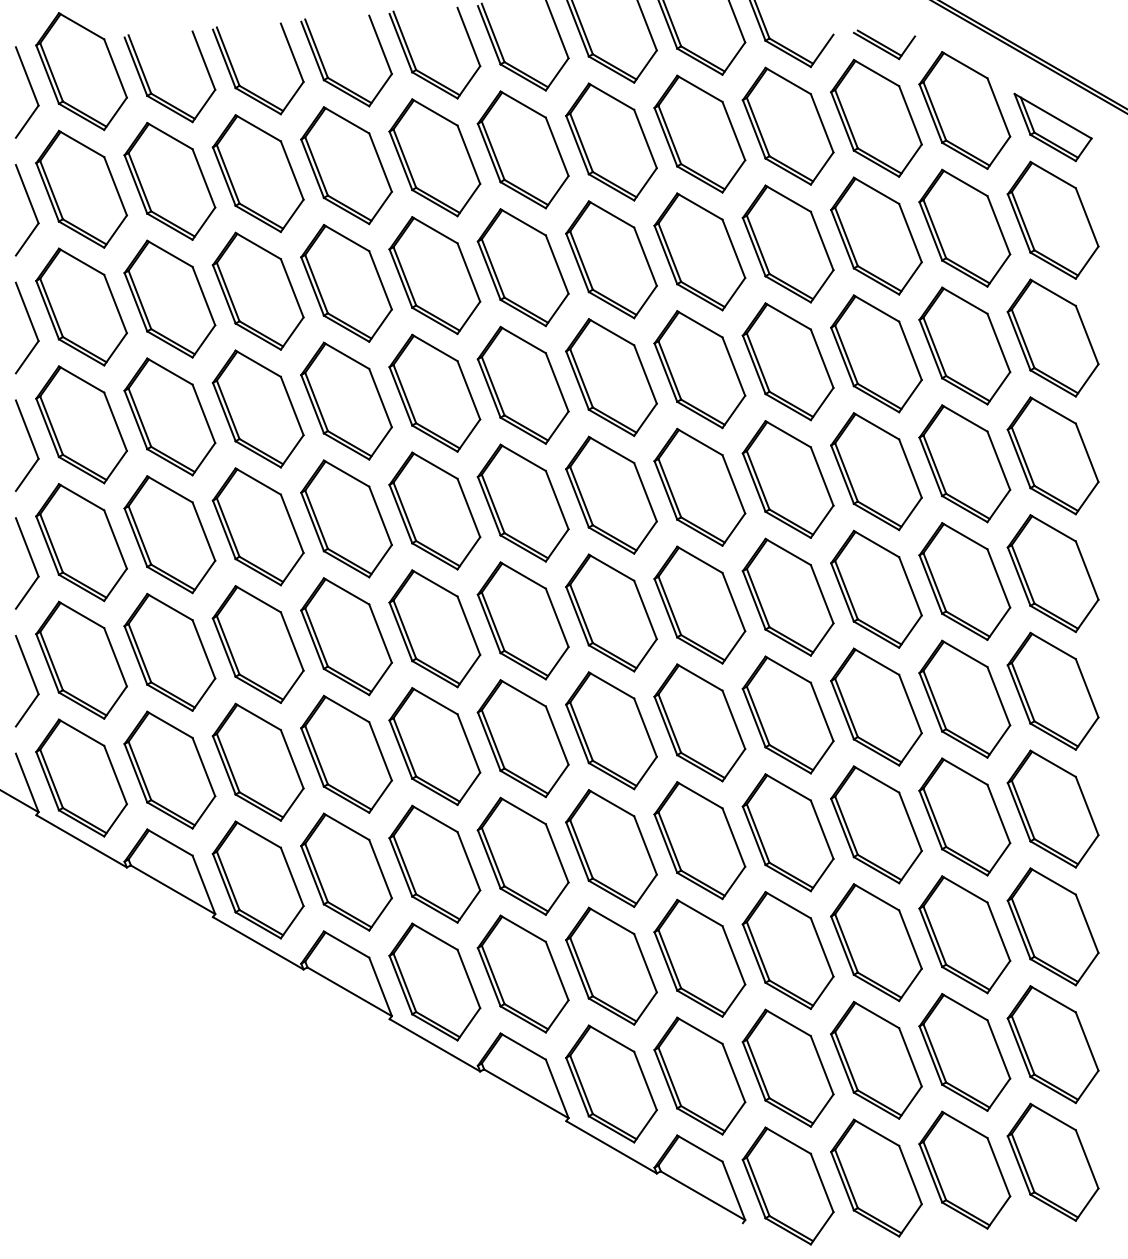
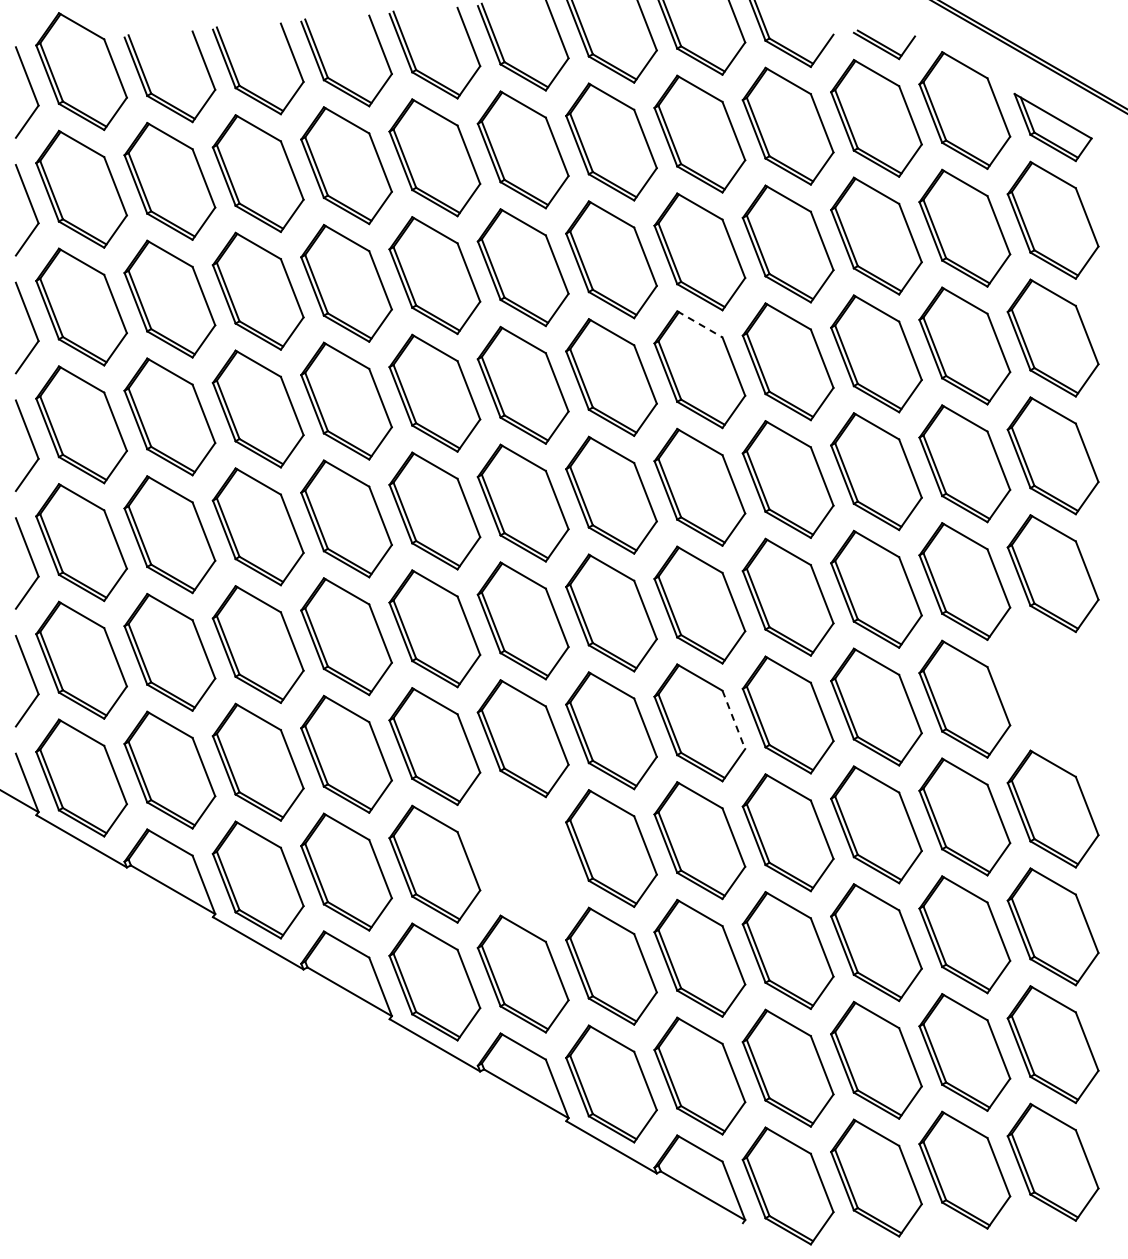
line at (700, 324): solid -> dashed
part at (1052, 690): present -> none
line at (734, 720): solid -> dashed
part at (522, 855): present -> none
